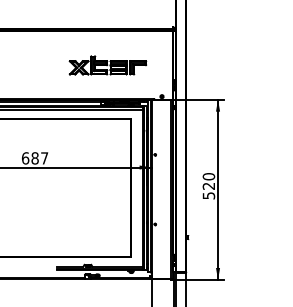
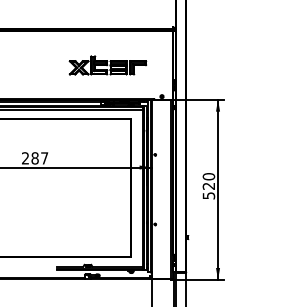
text at (25, 158): 687 -> 287
